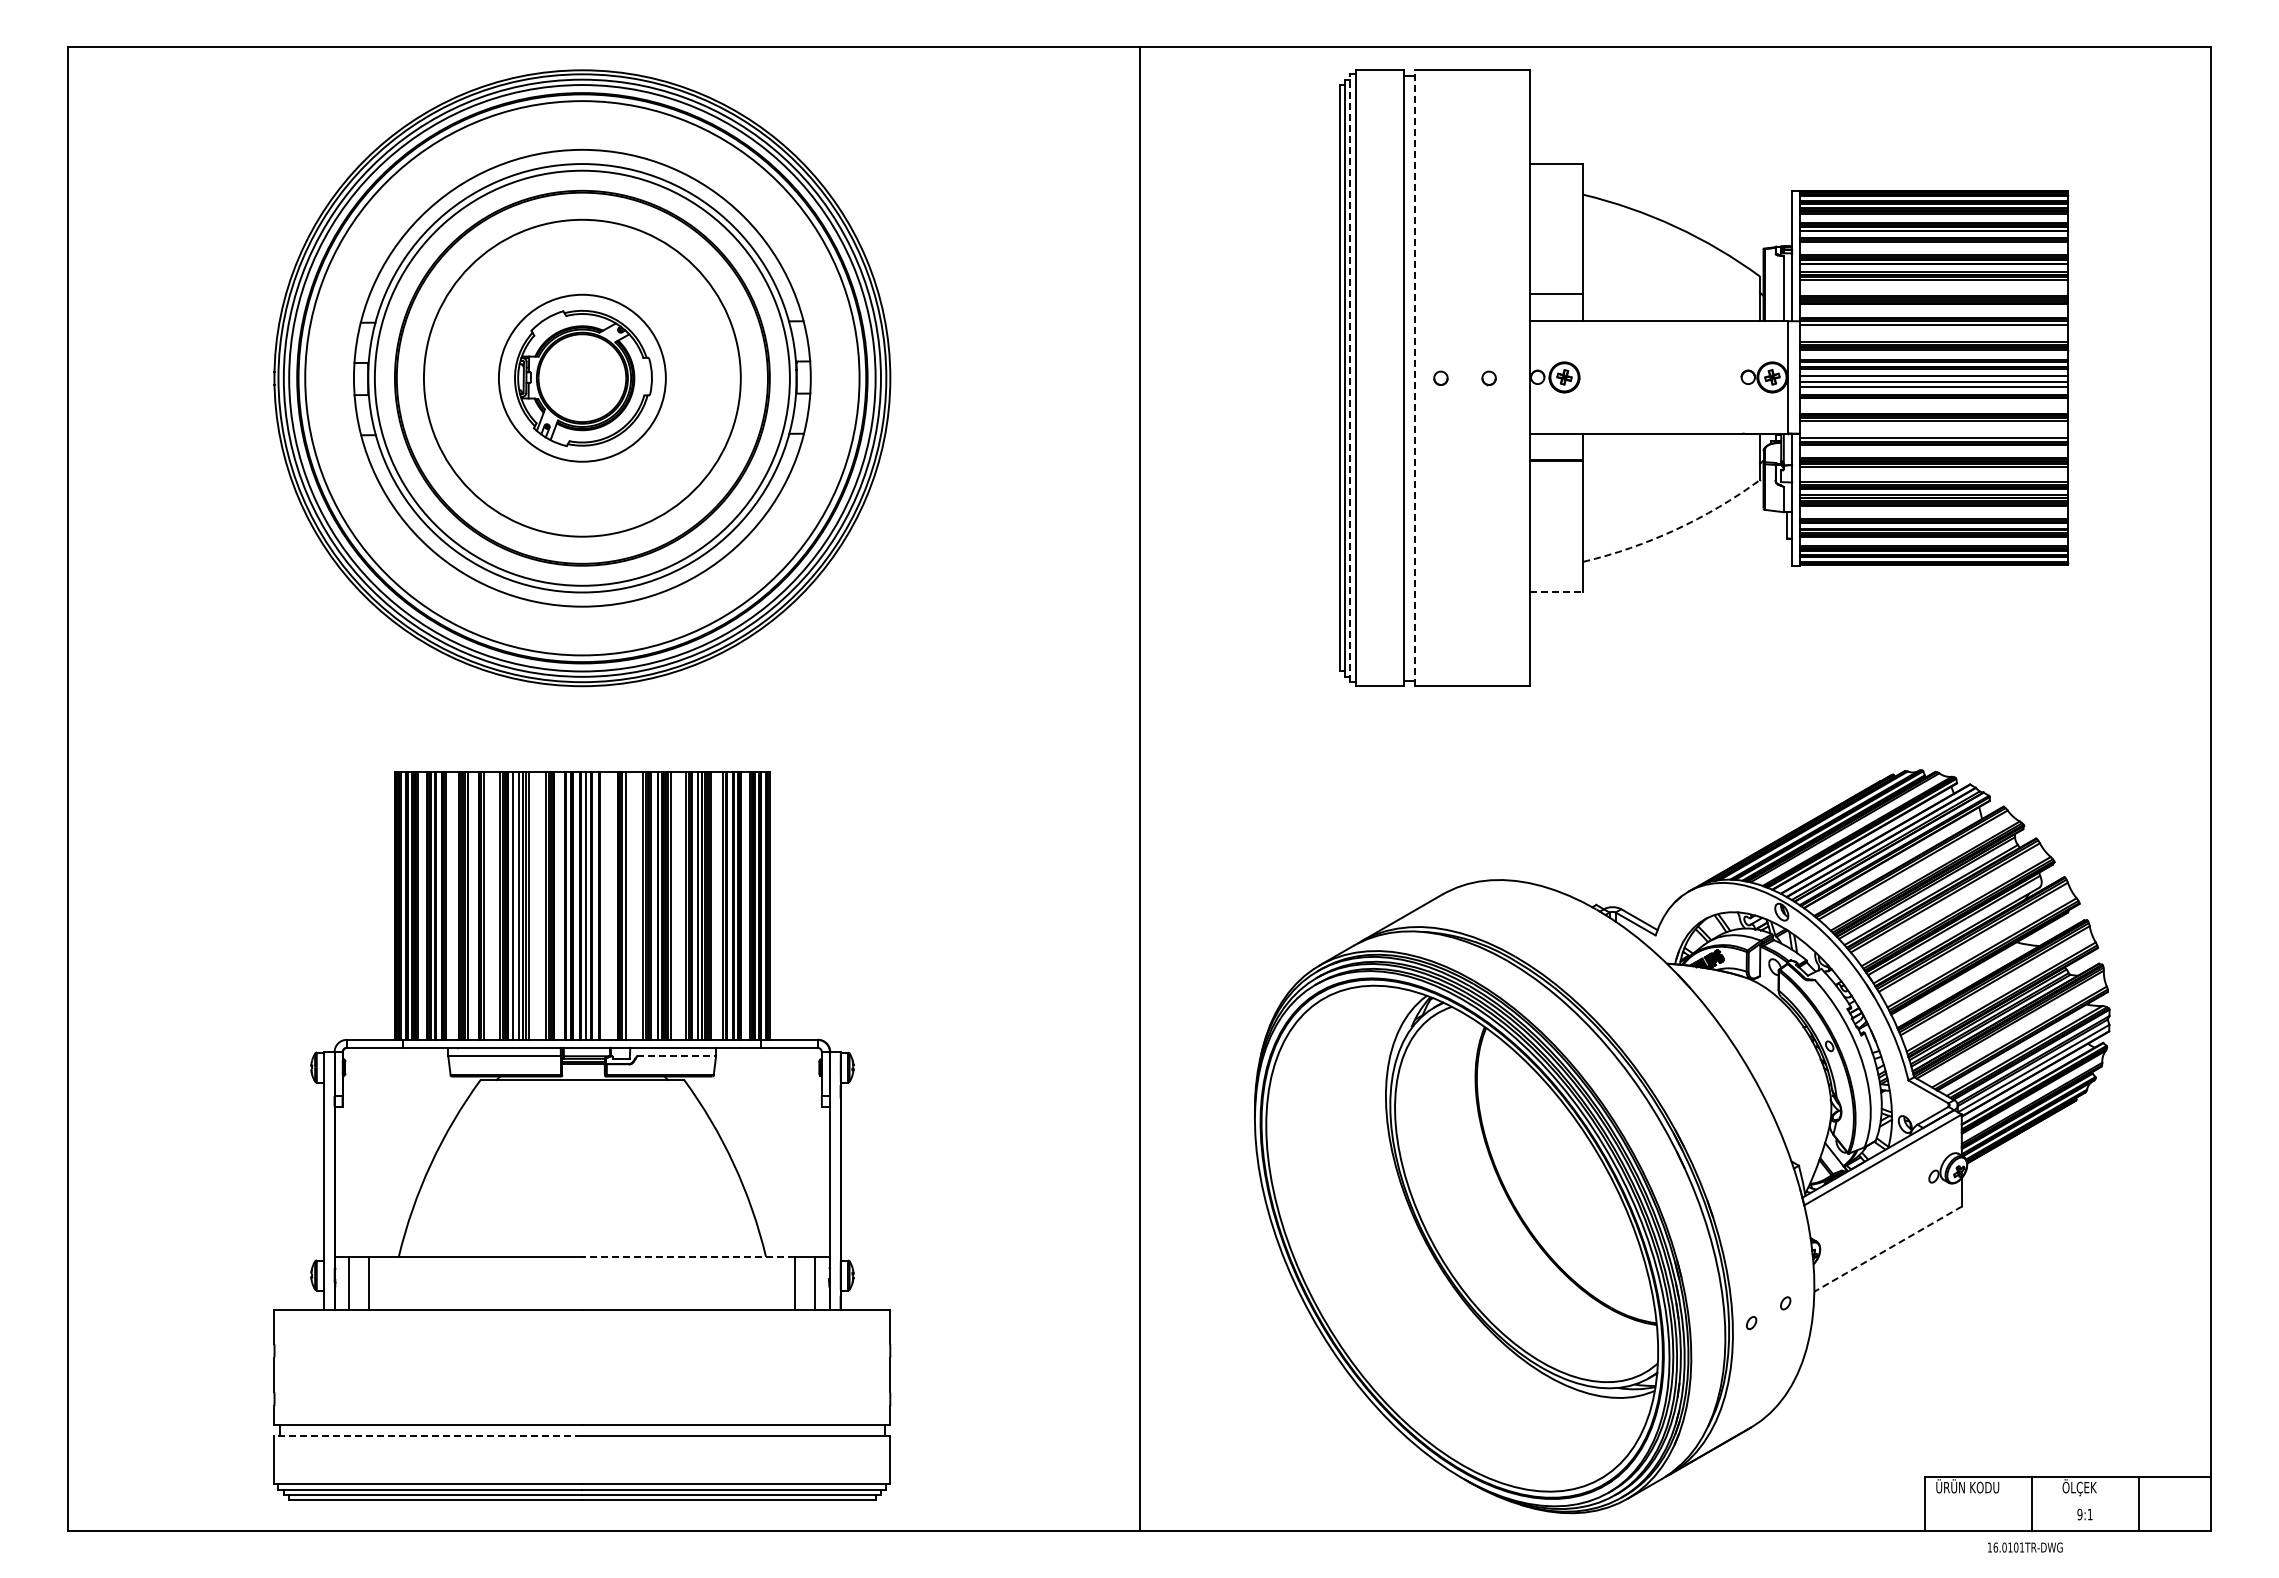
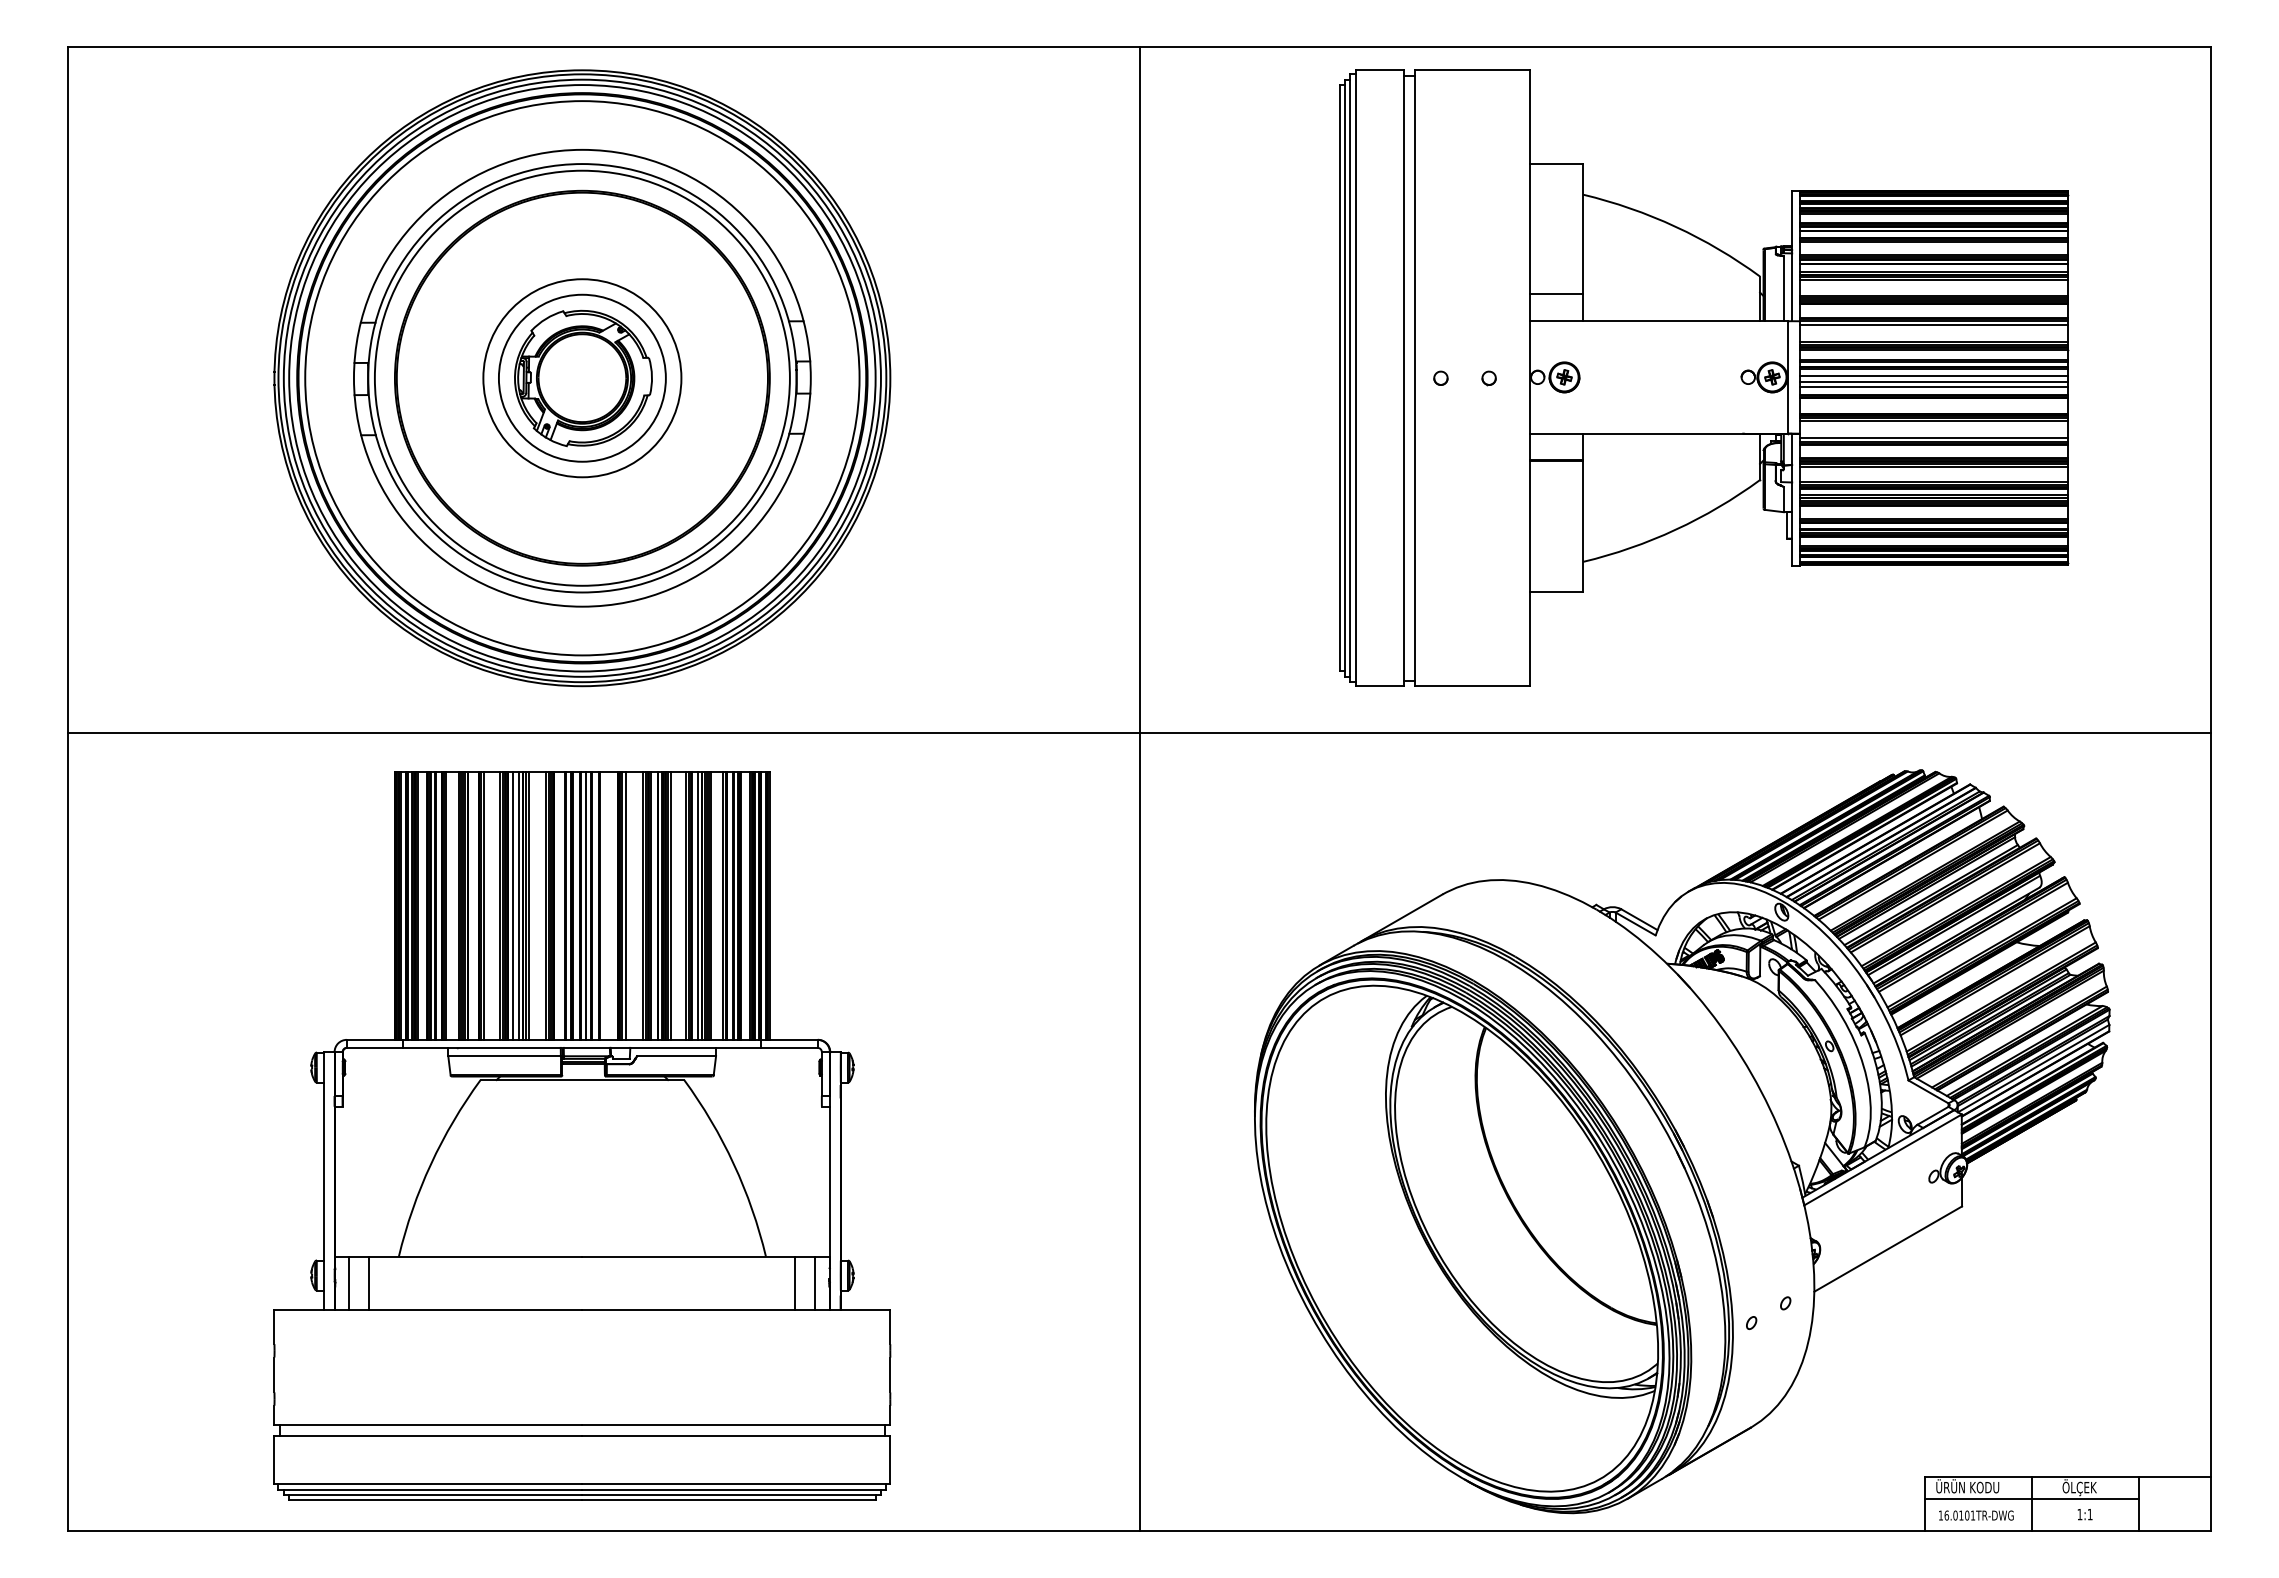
circle at (581, 377) diameter: 317 px -> 198 px
line at (1350, 378): dashed -> solid
line at (1414, 378): dashed -> solid
arc at (1675, 529): dashed -> solid
line at (1556, 592): dashed -> solid
line at (1139, 732): none -> present
line at (677, 1056): dashed -> solid
line at (1887, 1249): dashed -> solid
line at (688, 1256): dashed -> solid
line at (428, 1436): dashed -> solid
line at (2031, 1498): none -> present
text at (2079, 1514): 9:1 -> 1:1
text at (2025, 1547) position: (2025, 1547) -> (1976, 1515)
